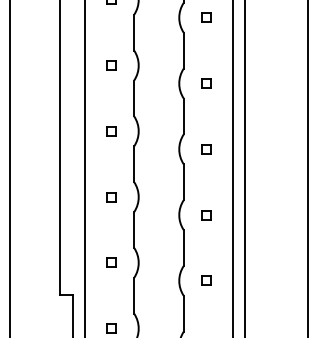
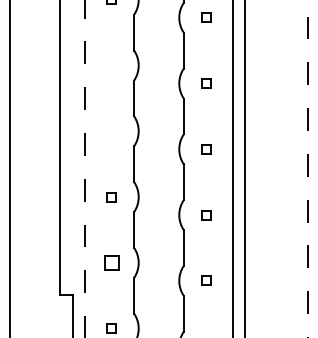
part at (111, 65): present -> none
part at (111, 131): present -> none
line at (84, 168): solid -> dashed
line at (307, 169): solid -> dashed
part at (111, 262) size: 11x11 px -> 16x16 px
